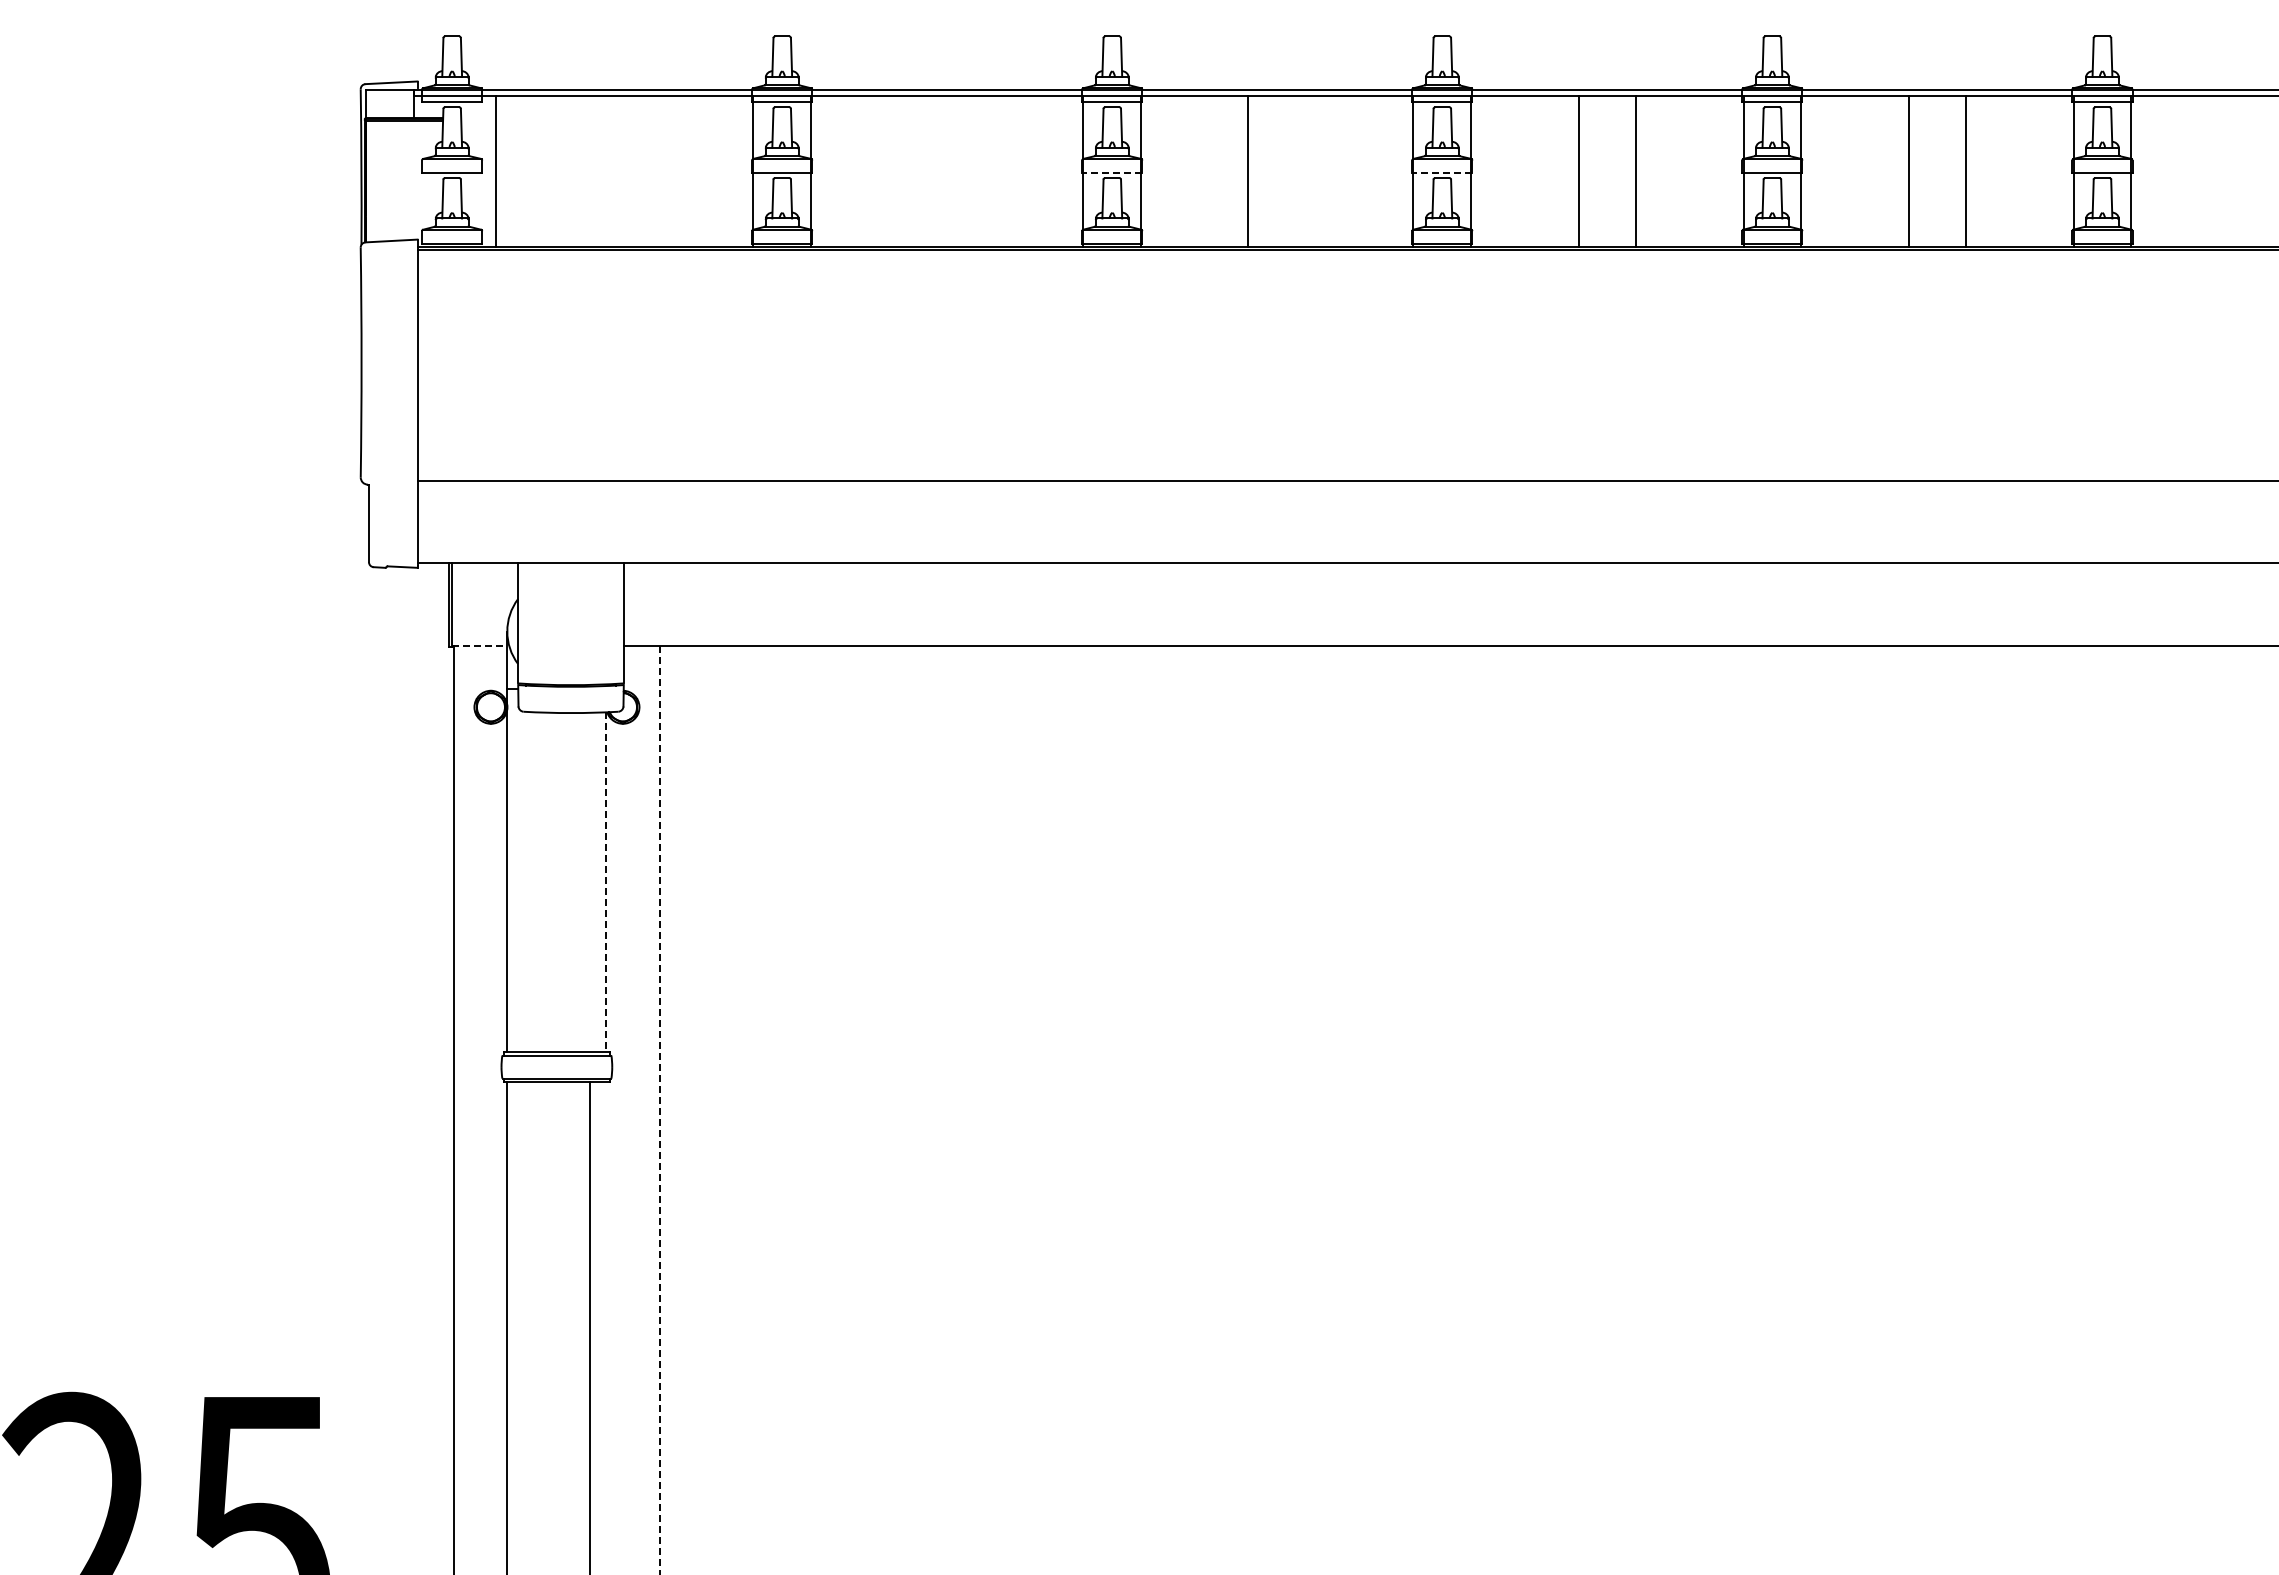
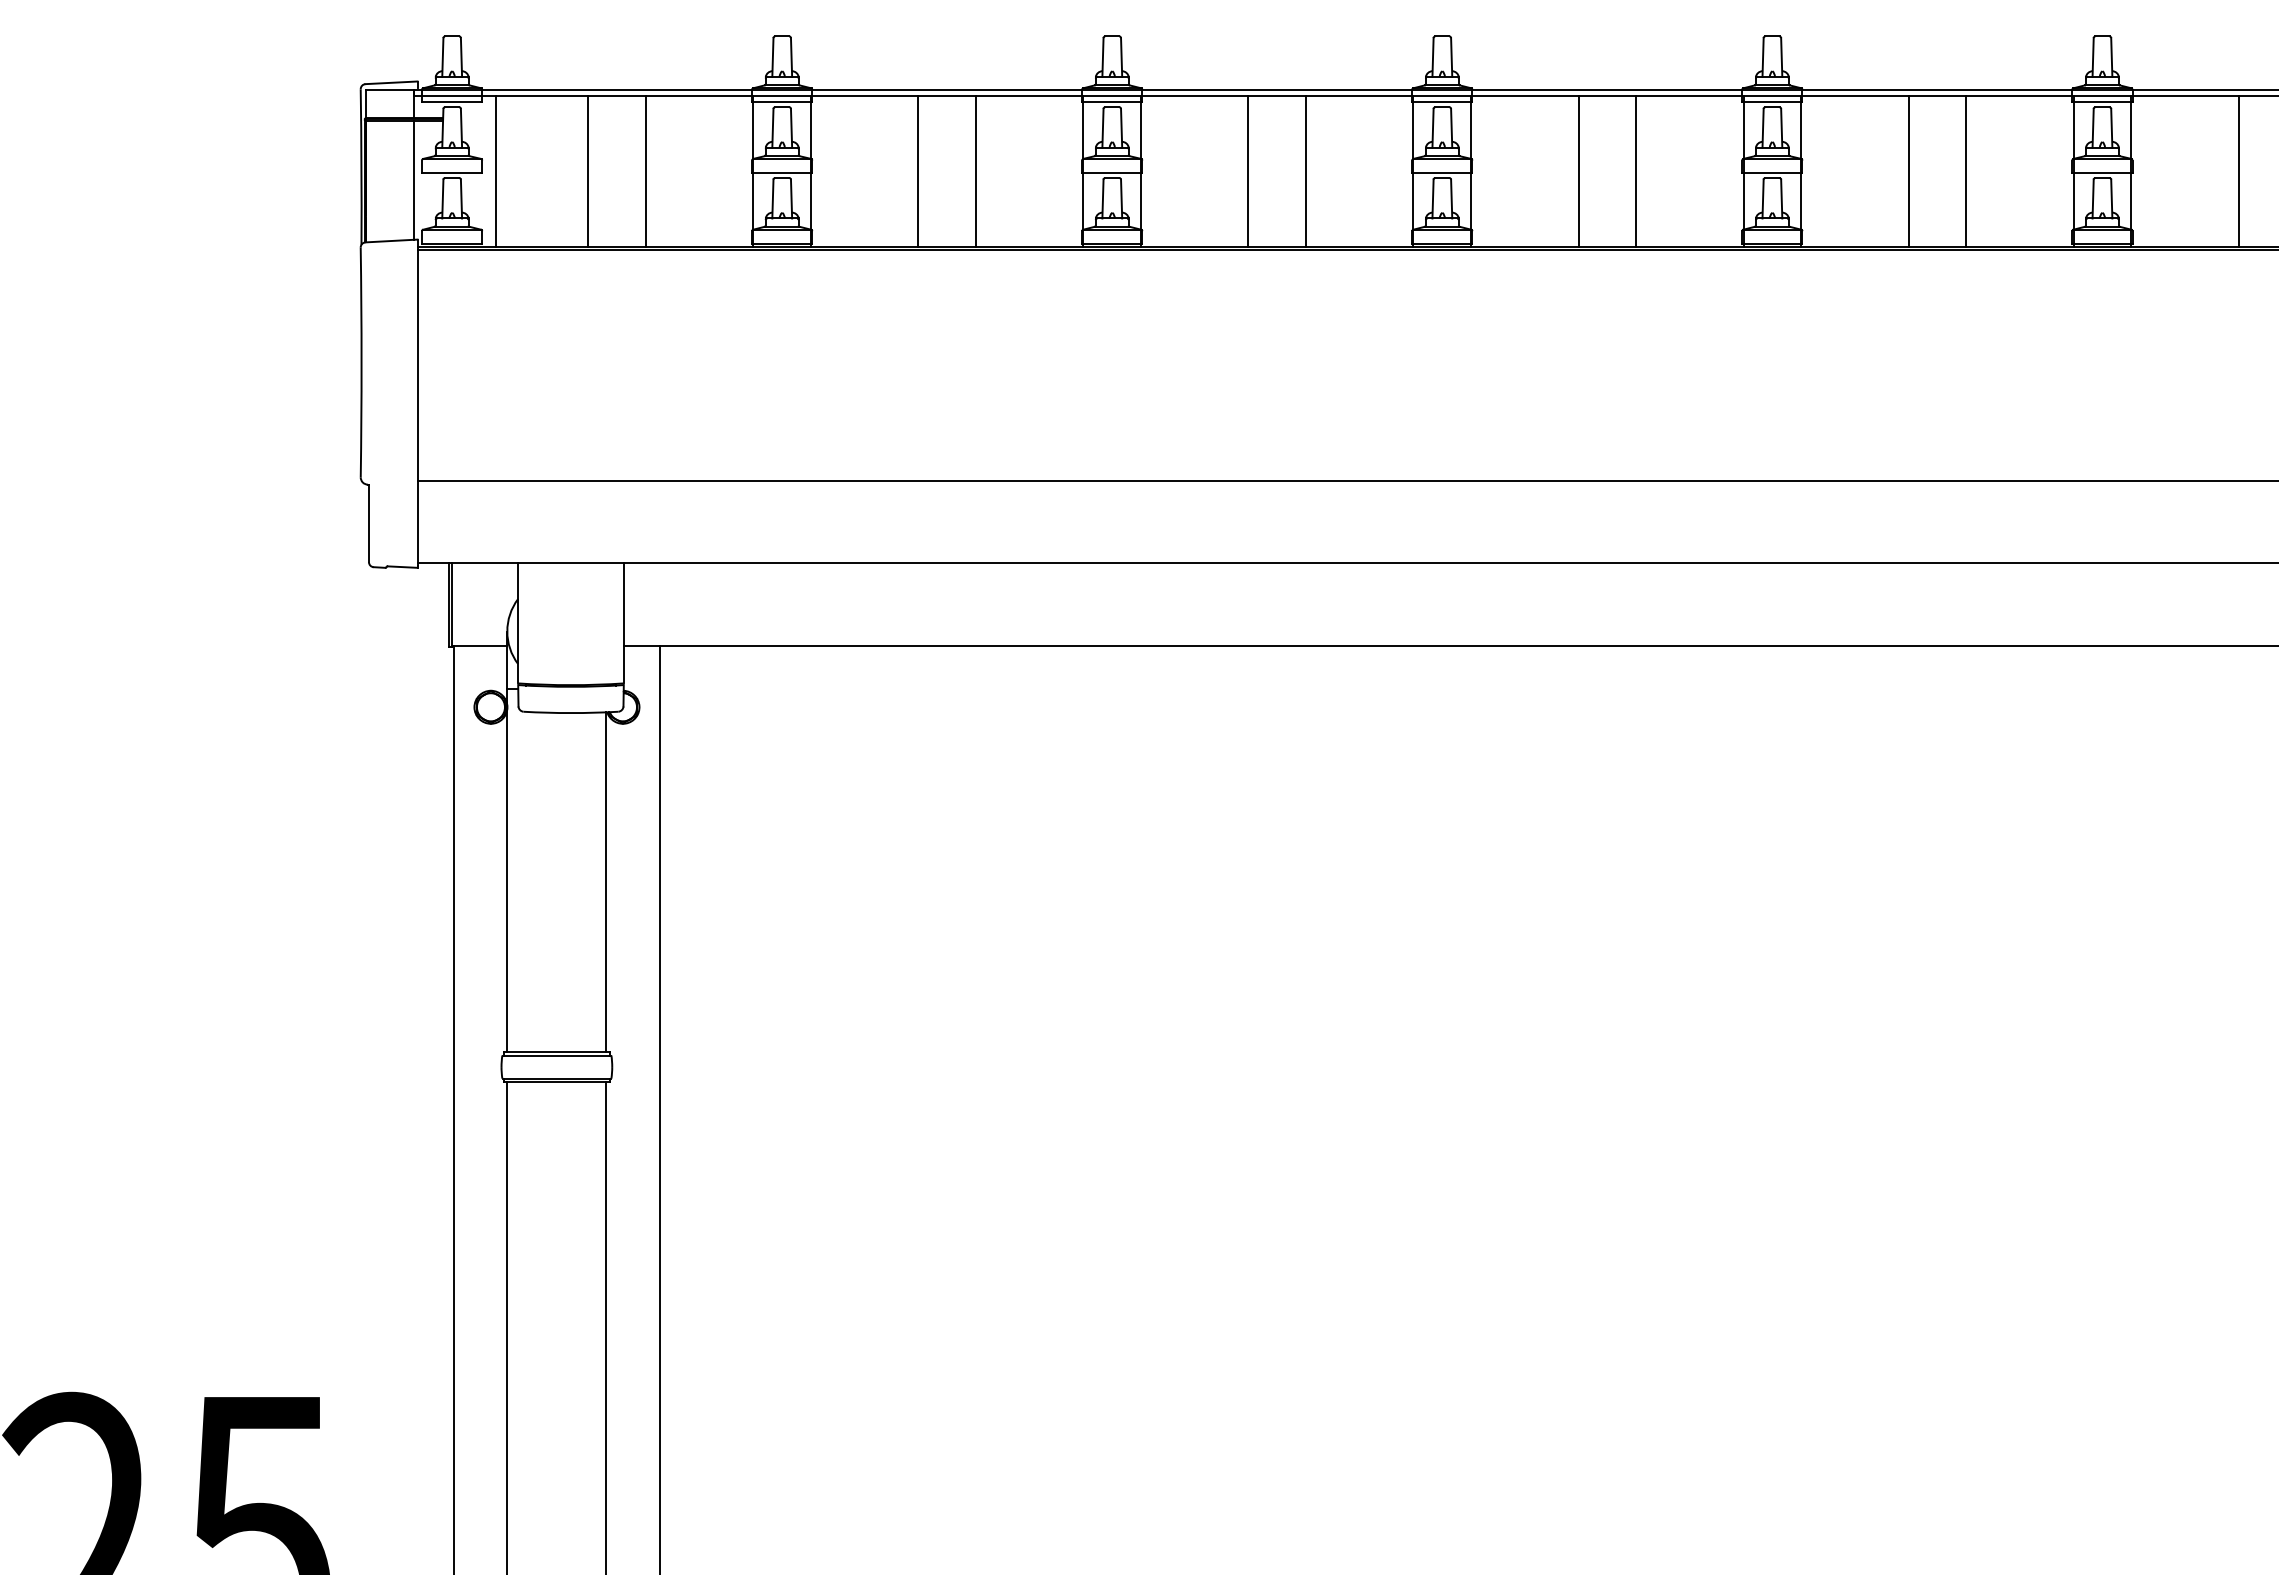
line at (588, 170): none -> present
line at (646, 170): none -> present
line at (918, 170): none -> present
line at (976, 170): none -> present
line at (1306, 170): none -> present
line at (2238, 170): none -> present
line at (1111, 173): dashed -> solid
line at (1441, 173): dashed -> solid
line at (414, 179): none -> present
line at (480, 646): dashed -> solid
line at (606, 882): dashed -> solid
line at (660, 1110): dashed -> solid
line at (590, 1326) position: (590, 1326) -> (606, 1326)
